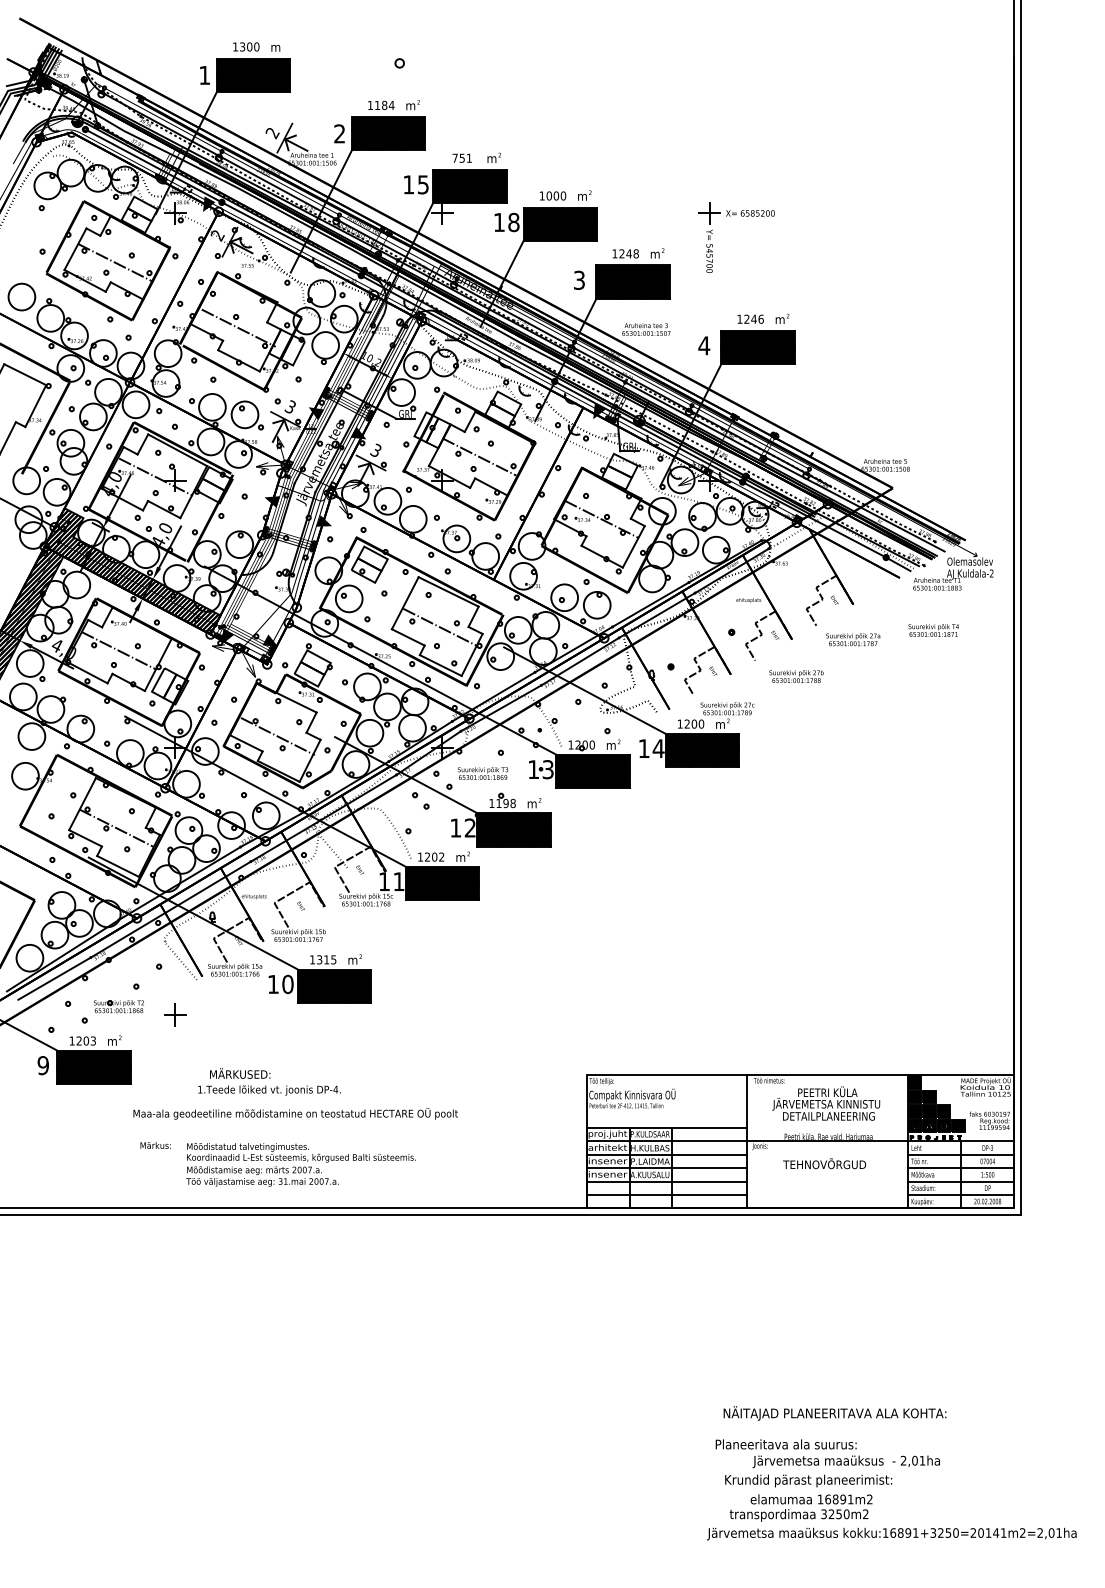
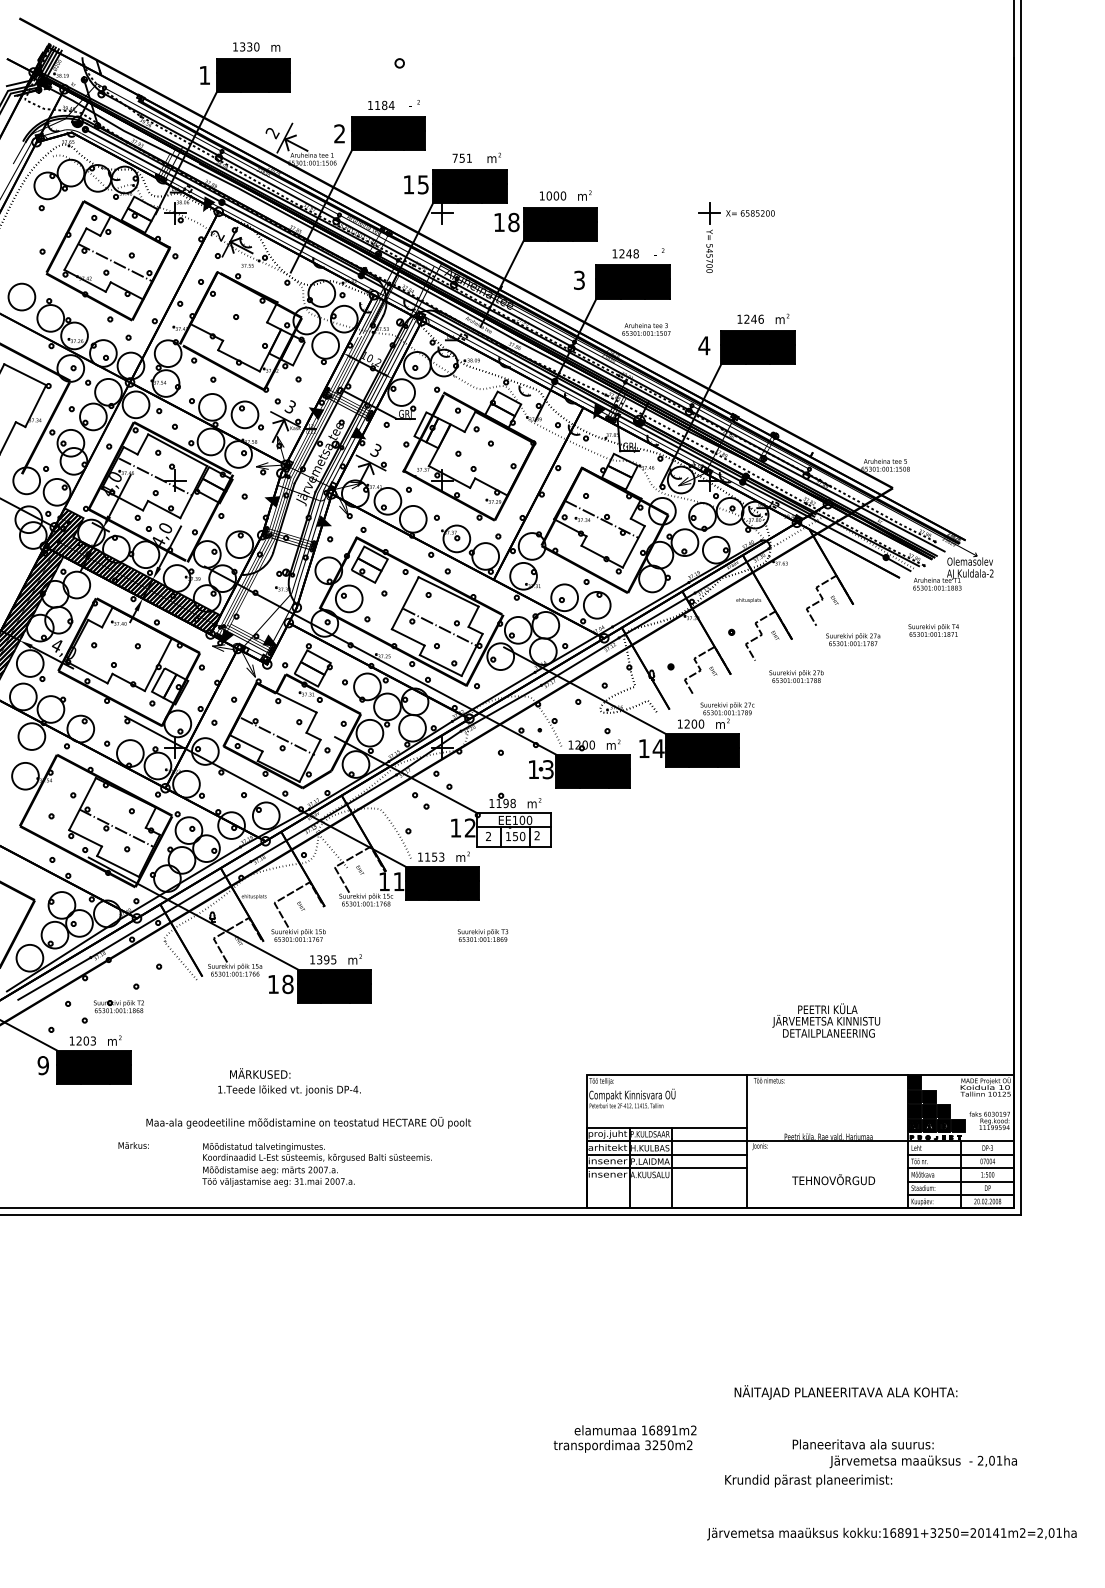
text at (249, 46): 1300 -> 1330
text at (410, 106): m -> -
text at (654, 254): m -> -
line at (238, 327): present -> none
line at (479, 456): present -> none
line at (118, 650): present -> none
text at (483, 773) position: (483, 773) -> (483, 935)
fill at (513, 829): present -> none
text at (434, 856): 1202 -> 1153
text at (326, 959): 1315 -> 1395
text at (287, 984): 10 -> 18
part at (175, 1014): present -> none
text at (269, 1081) position: (269, 1081) -> (289, 1081)
text at (826, 1103) position: (826, 1103) -> (826, 1020)
text at (295, 1113) position: (295, 1113) -> (308, 1122)
text at (155, 1145) position: (155, 1145) -> (133, 1145)
text at (824, 1163) position: (824, 1163) -> (833, 1179)
text at (300, 1164) position: (300, 1164) -> (316, 1164)
line at (667, 1181): present -> none
line at (667, 1194): present -> none
text at (834, 1413) position: (834, 1413) -> (845, 1392)
text at (827, 1453) position: (827, 1453) -> (904, 1453)
text at (800, 1507) position: (800, 1507) -> (624, 1438)
